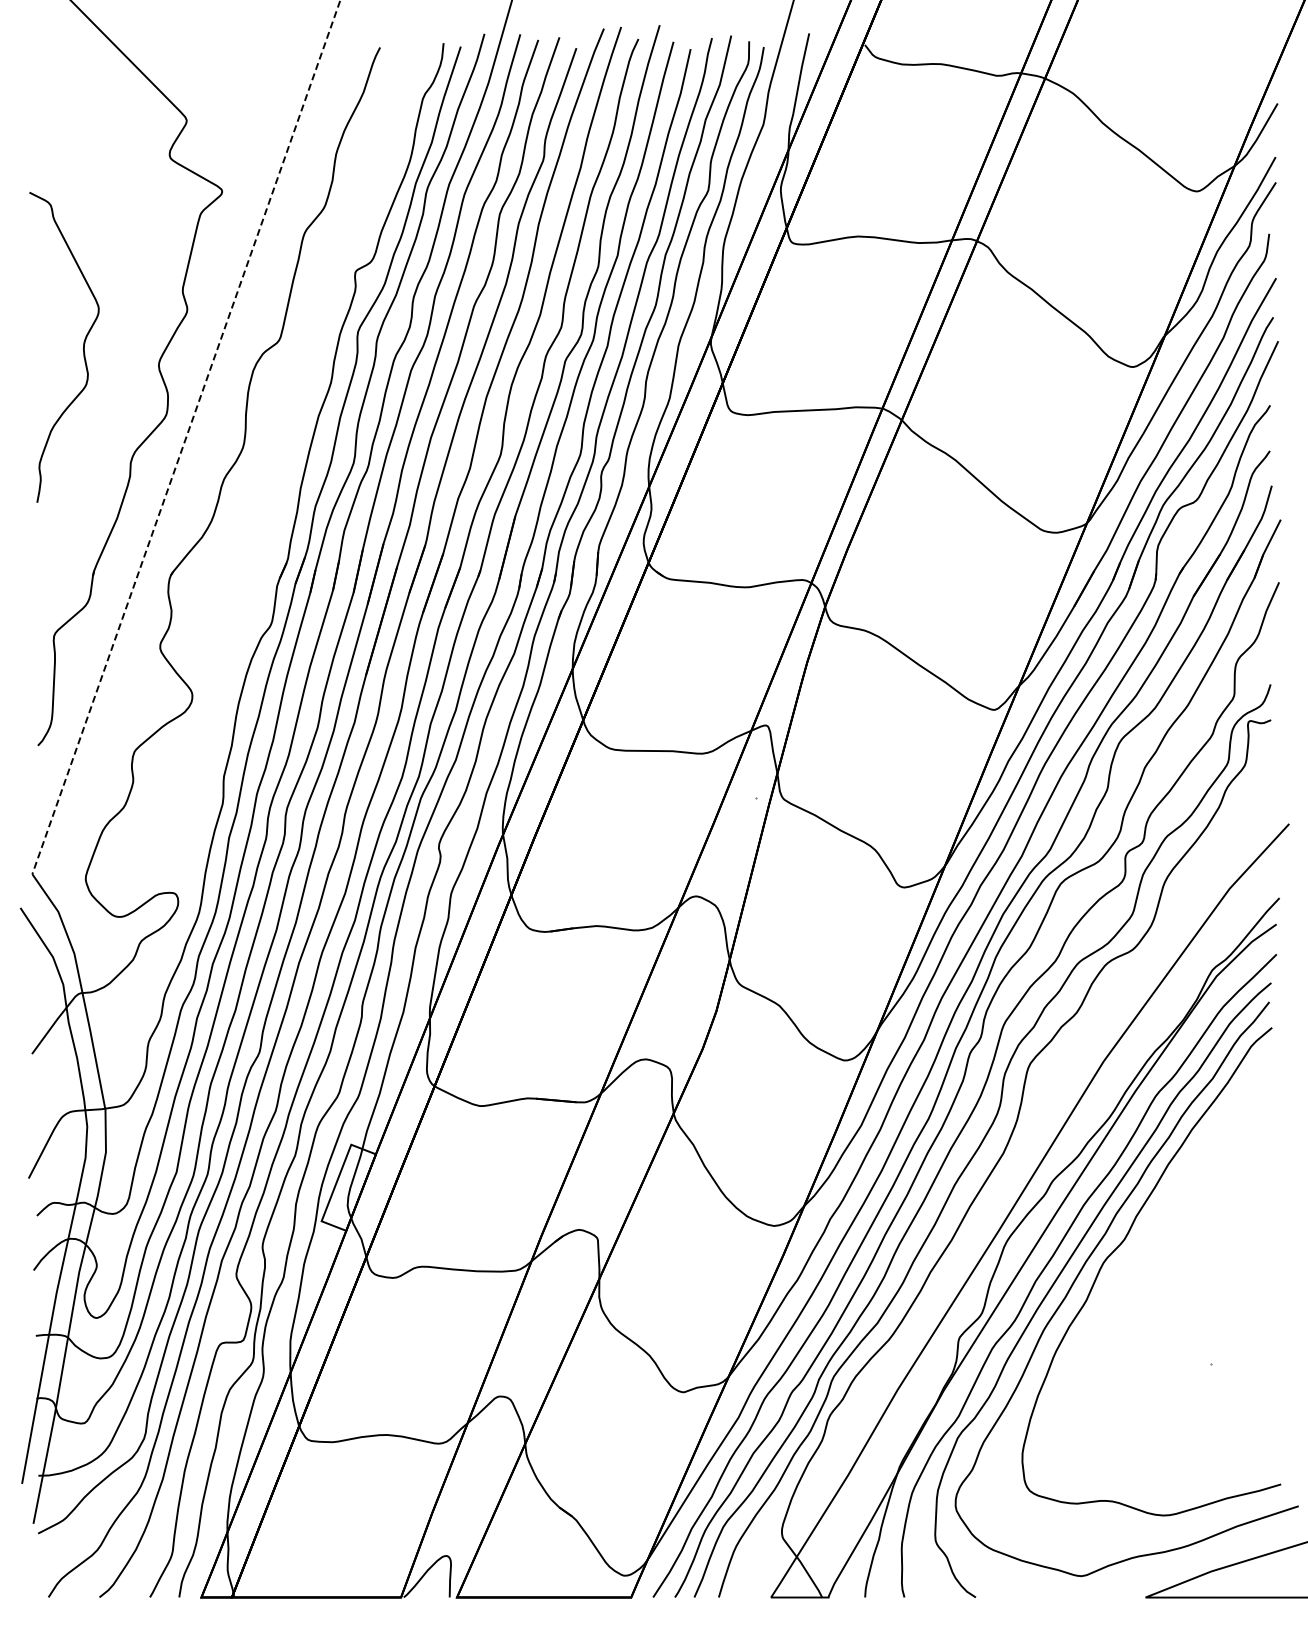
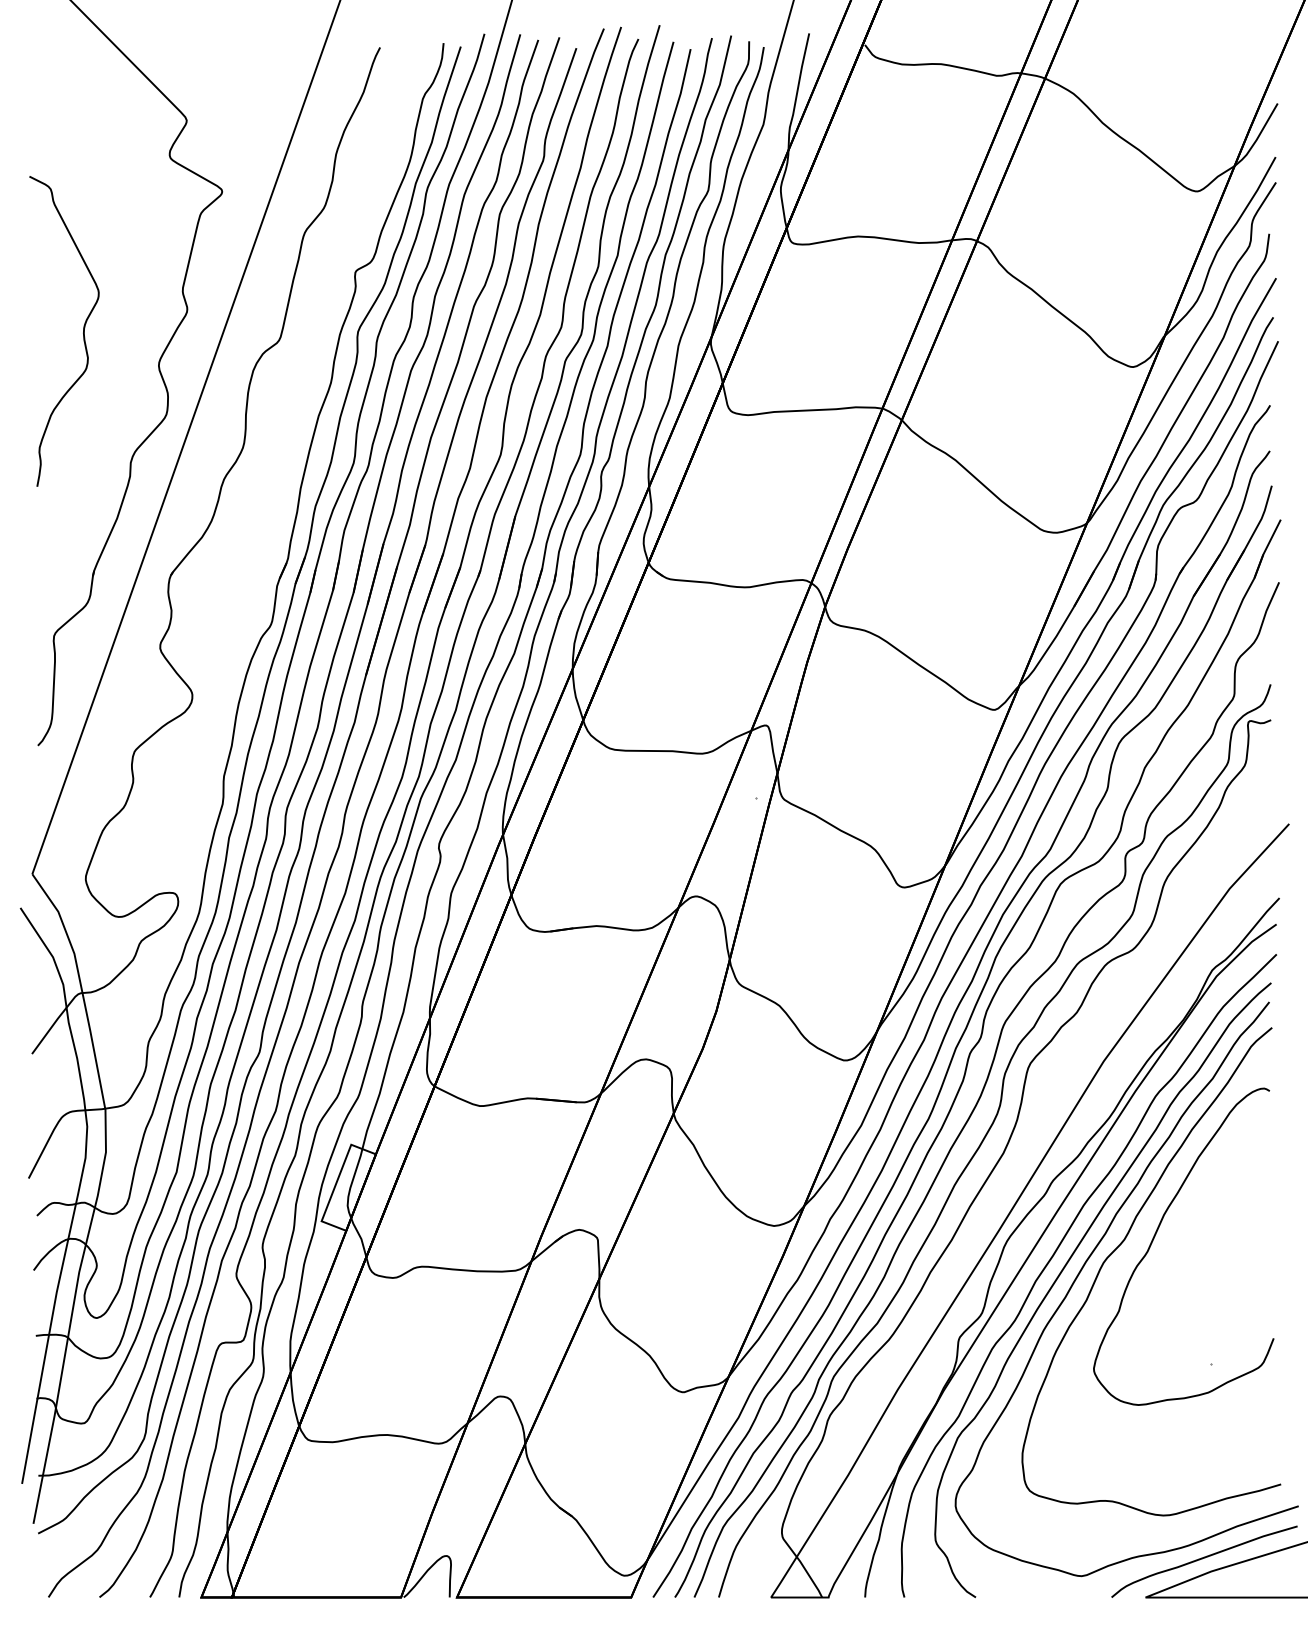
curve at (83, 347) position: (83, 347) -> (83, 331)
line at (186, 437): dashed -> solid
curve at (1157, 1232): none -> present
curve at (1202, 1559): none -> present
